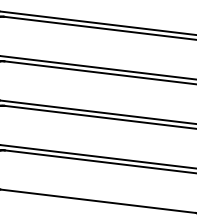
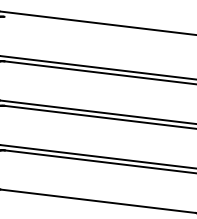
line at (98, 27): present -> none
